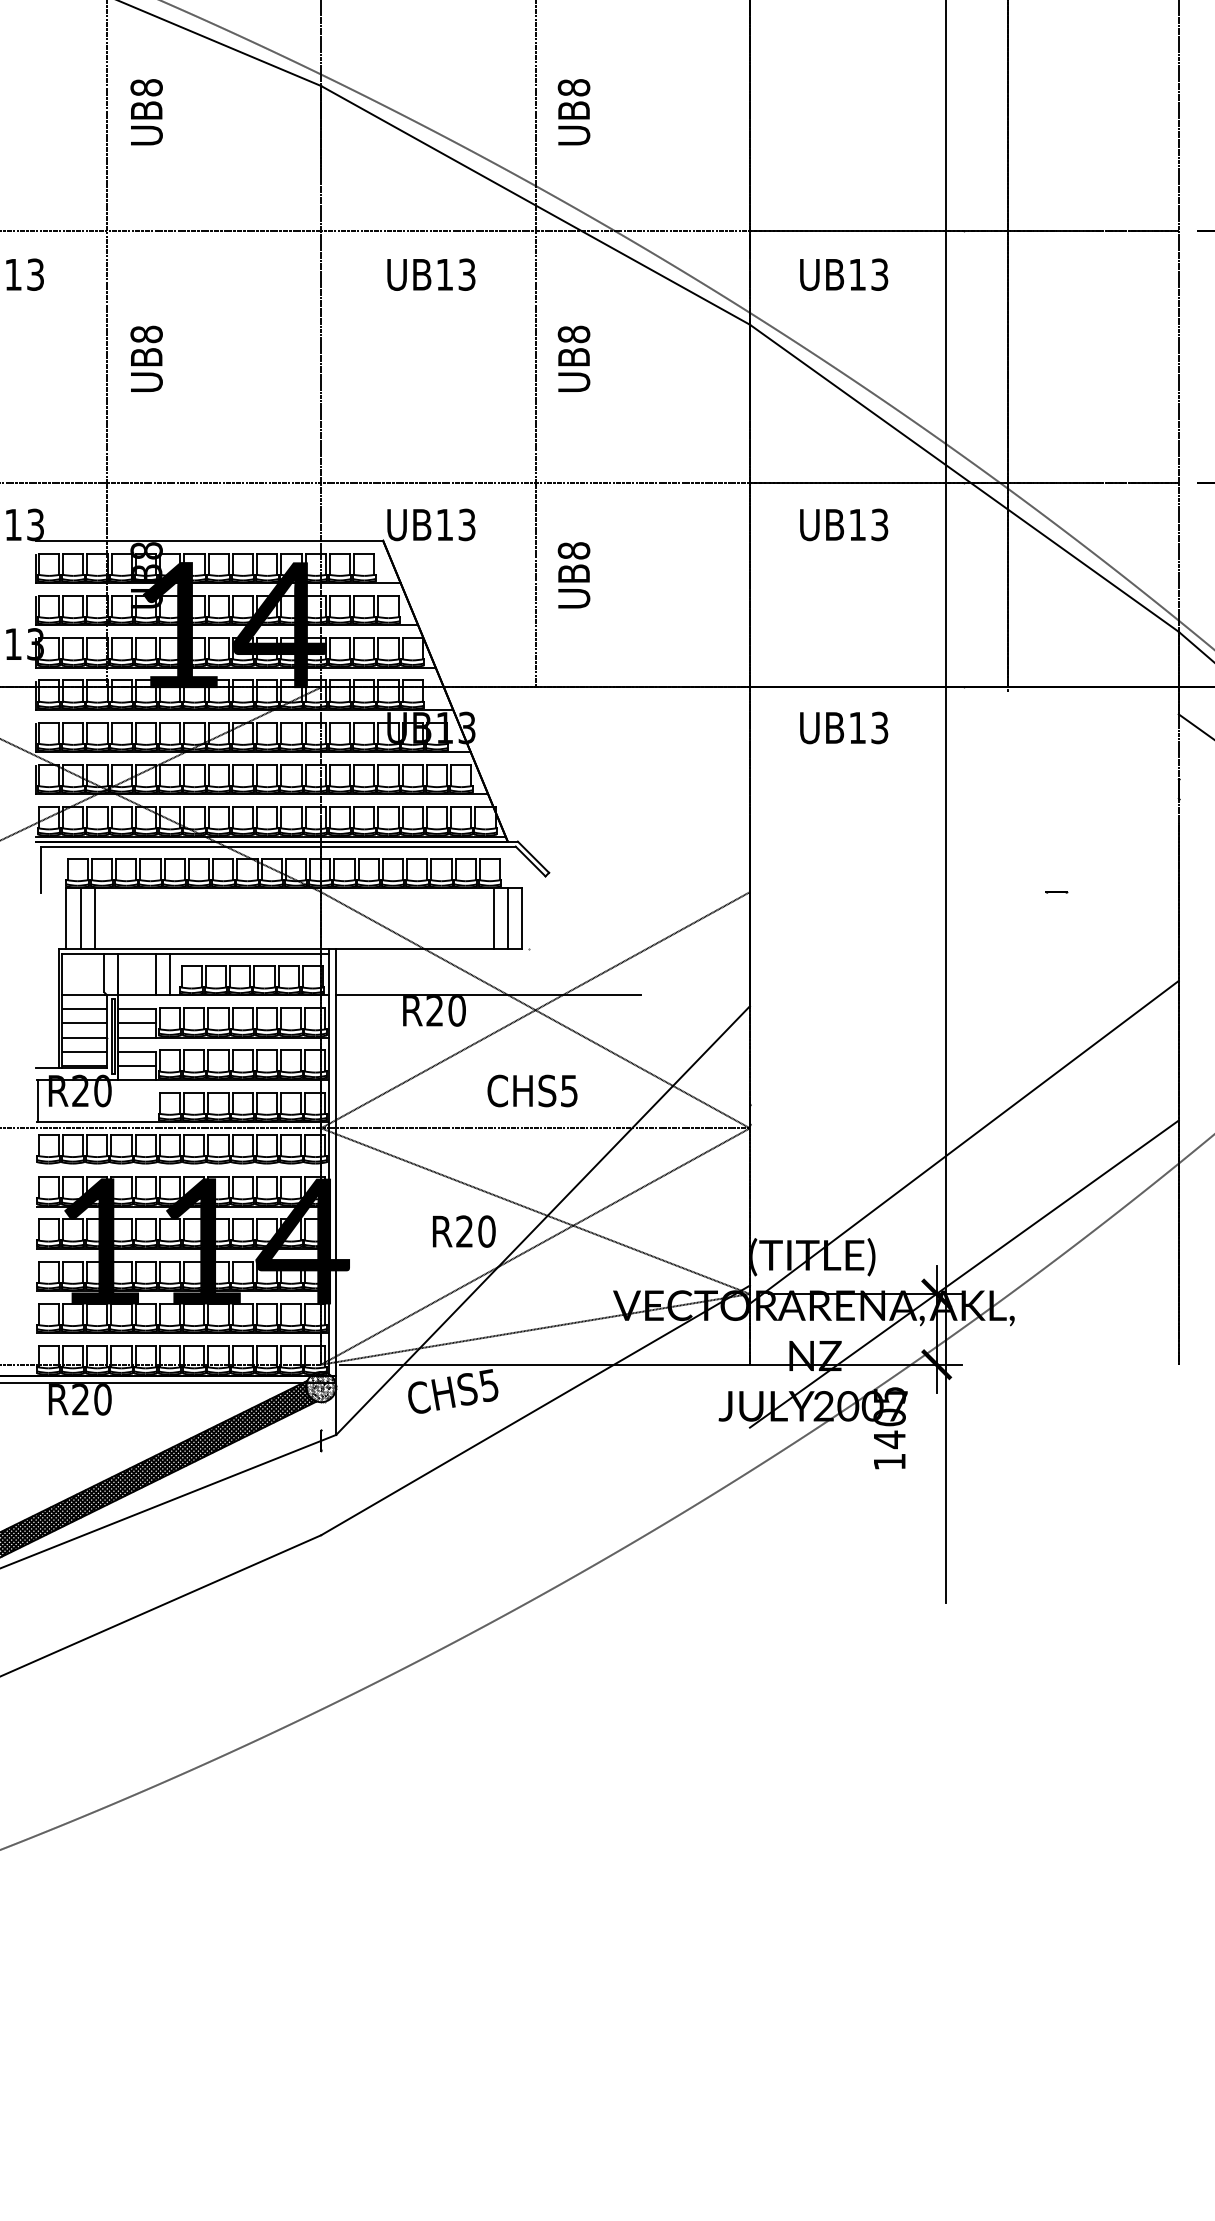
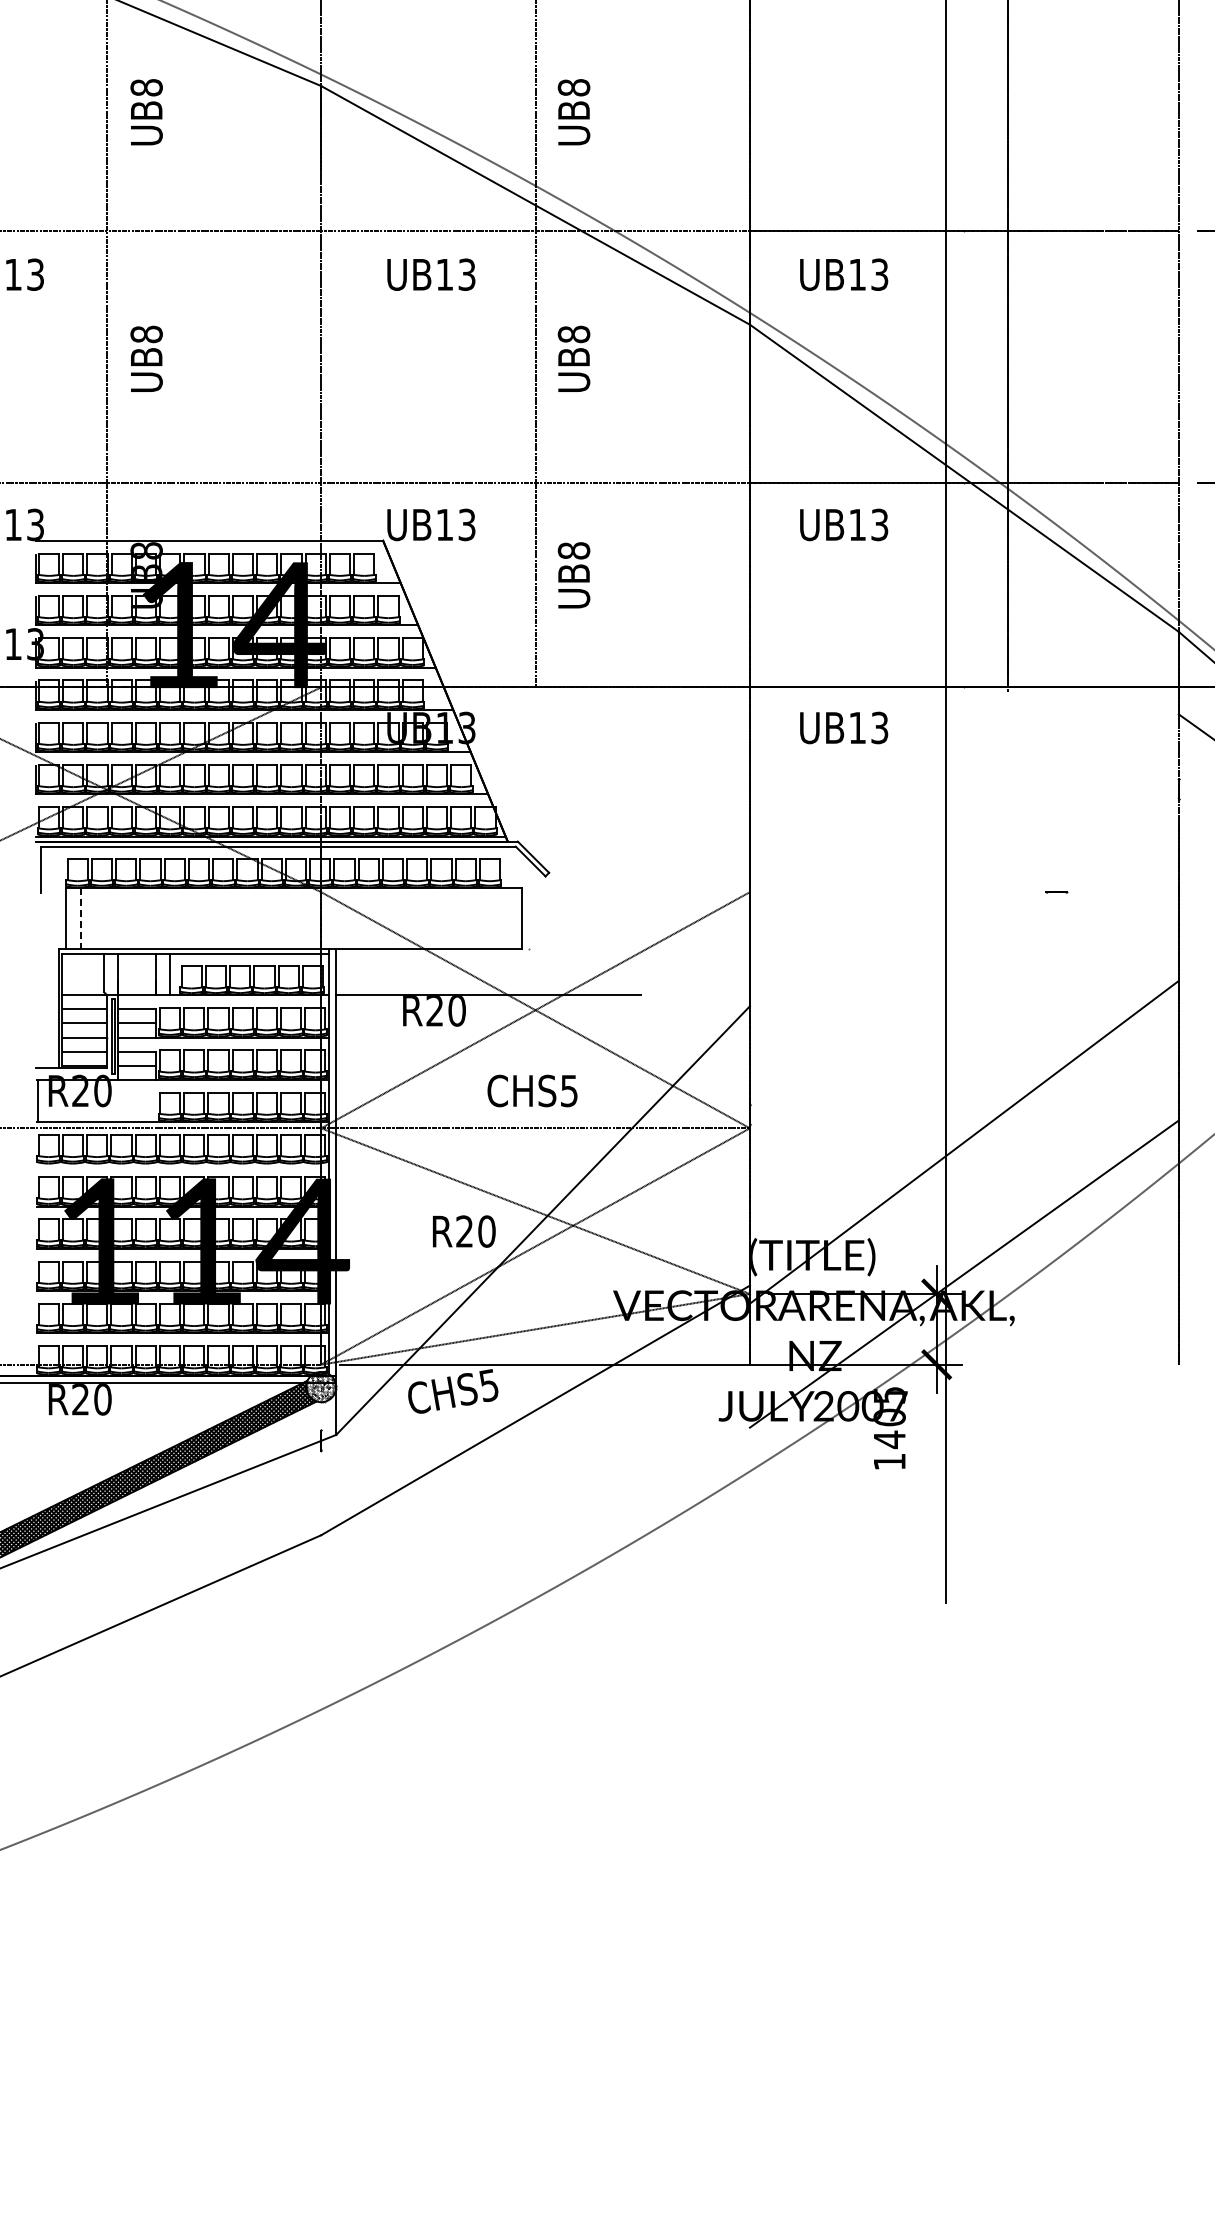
line at (94, 918): present -> none
line at (493, 918): present -> none
line at (507, 918): present -> none
line at (80, 919): solid -> dashed
